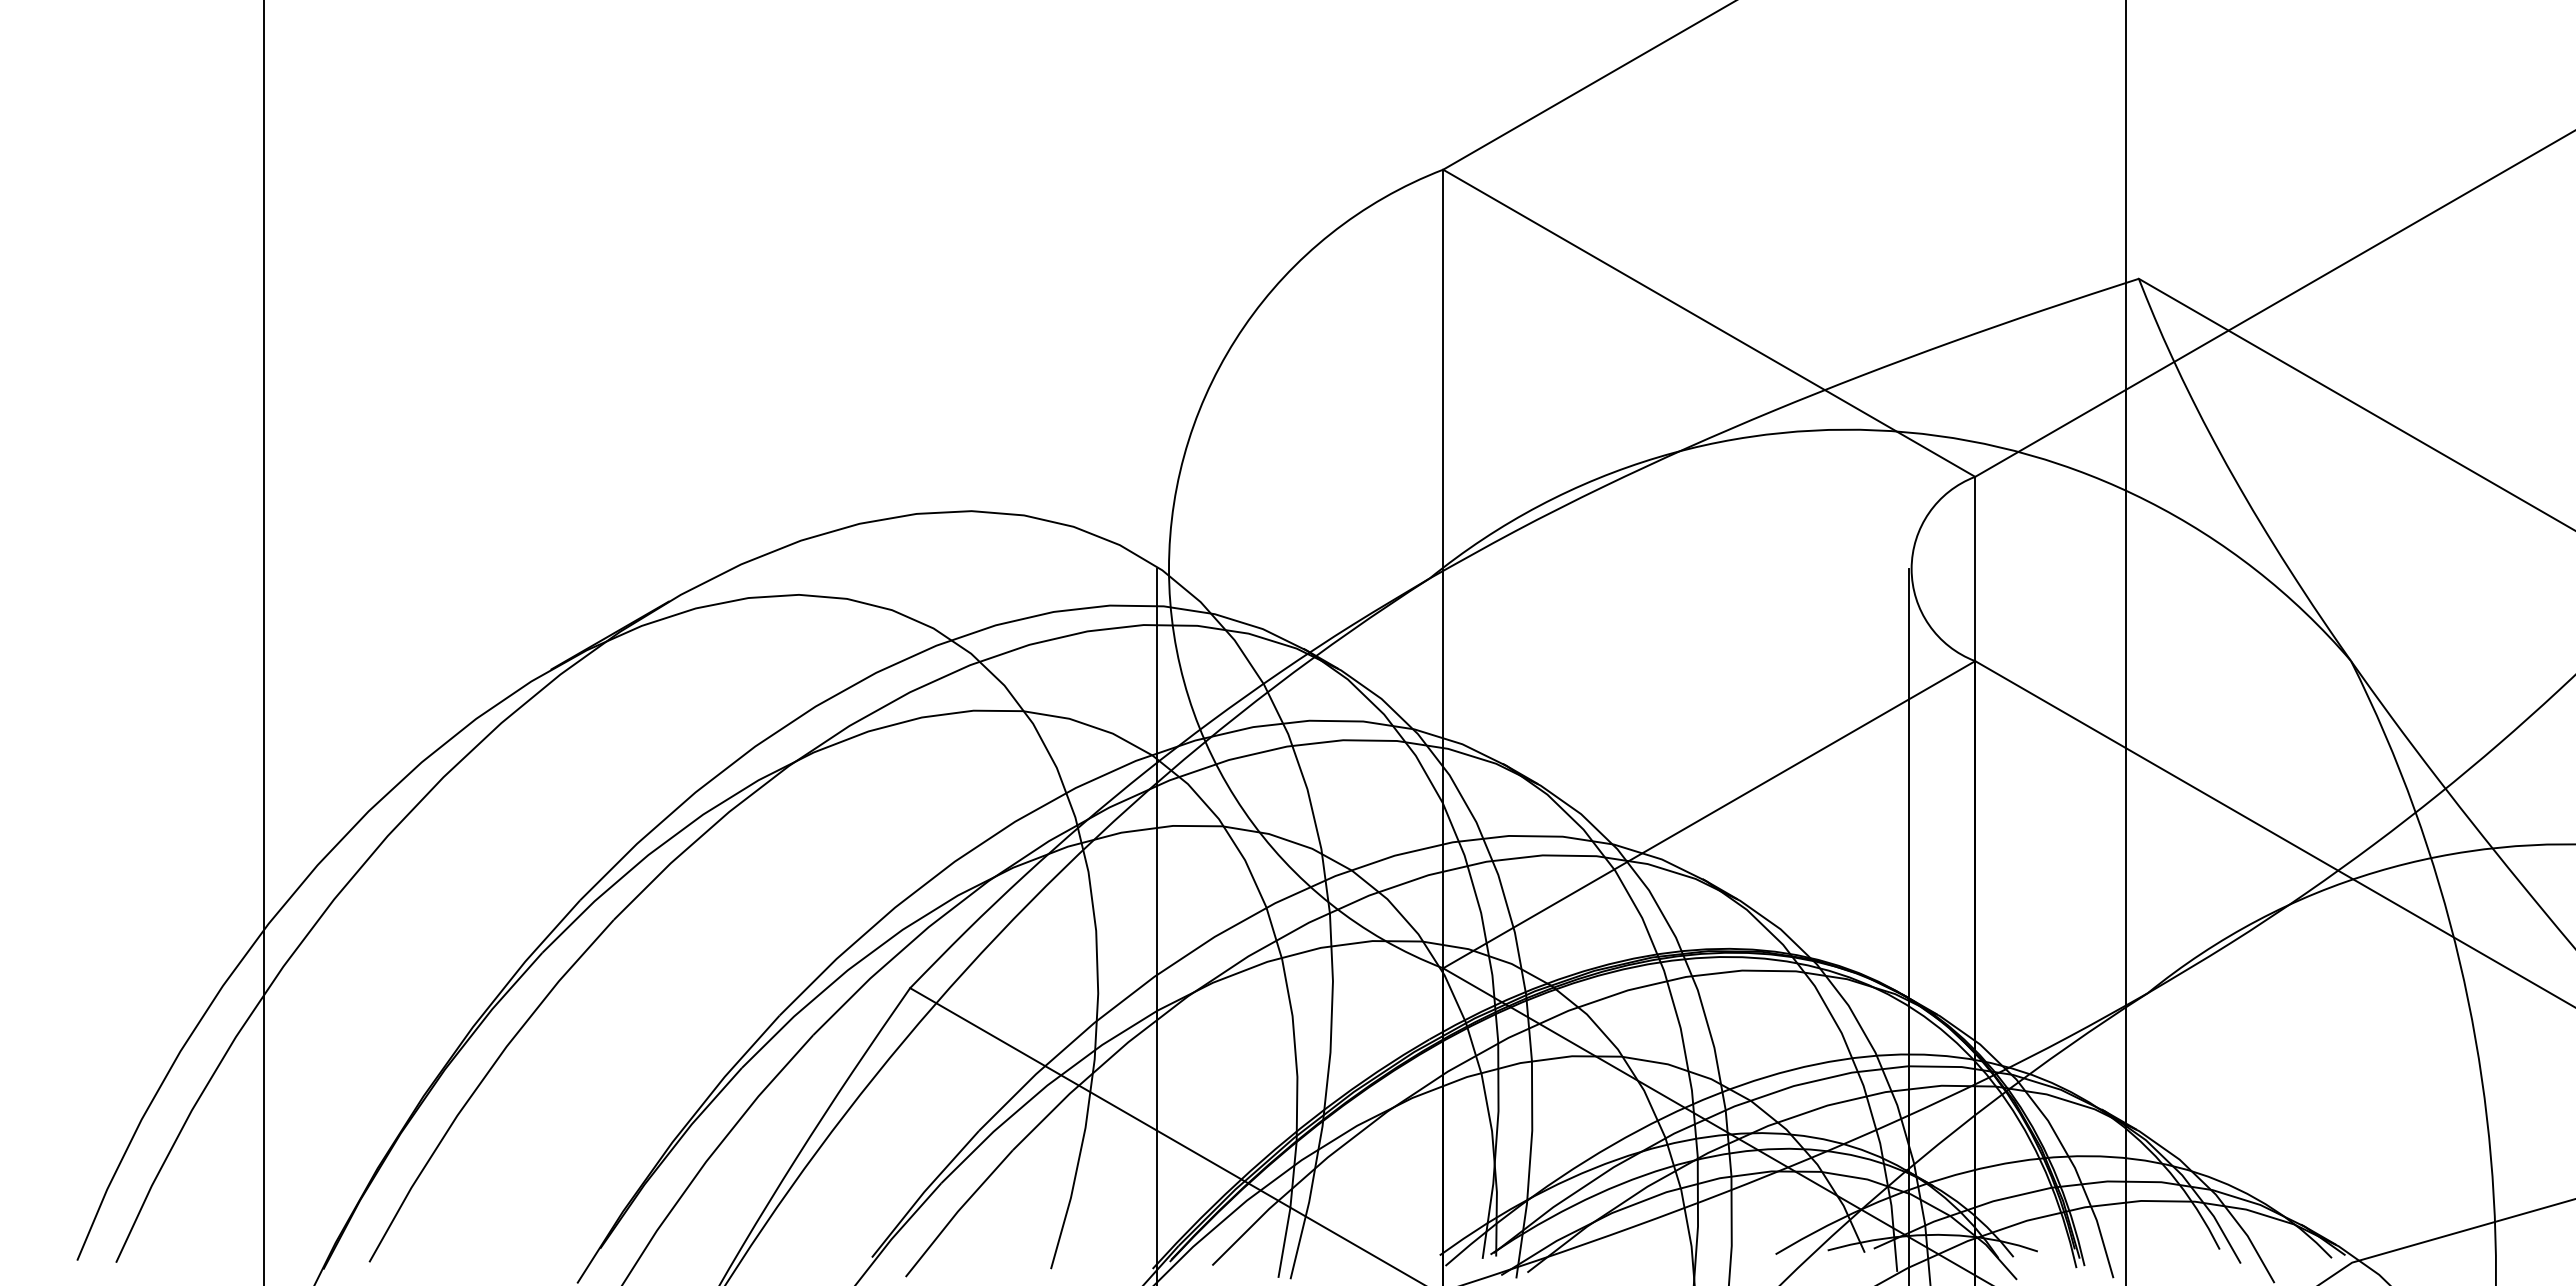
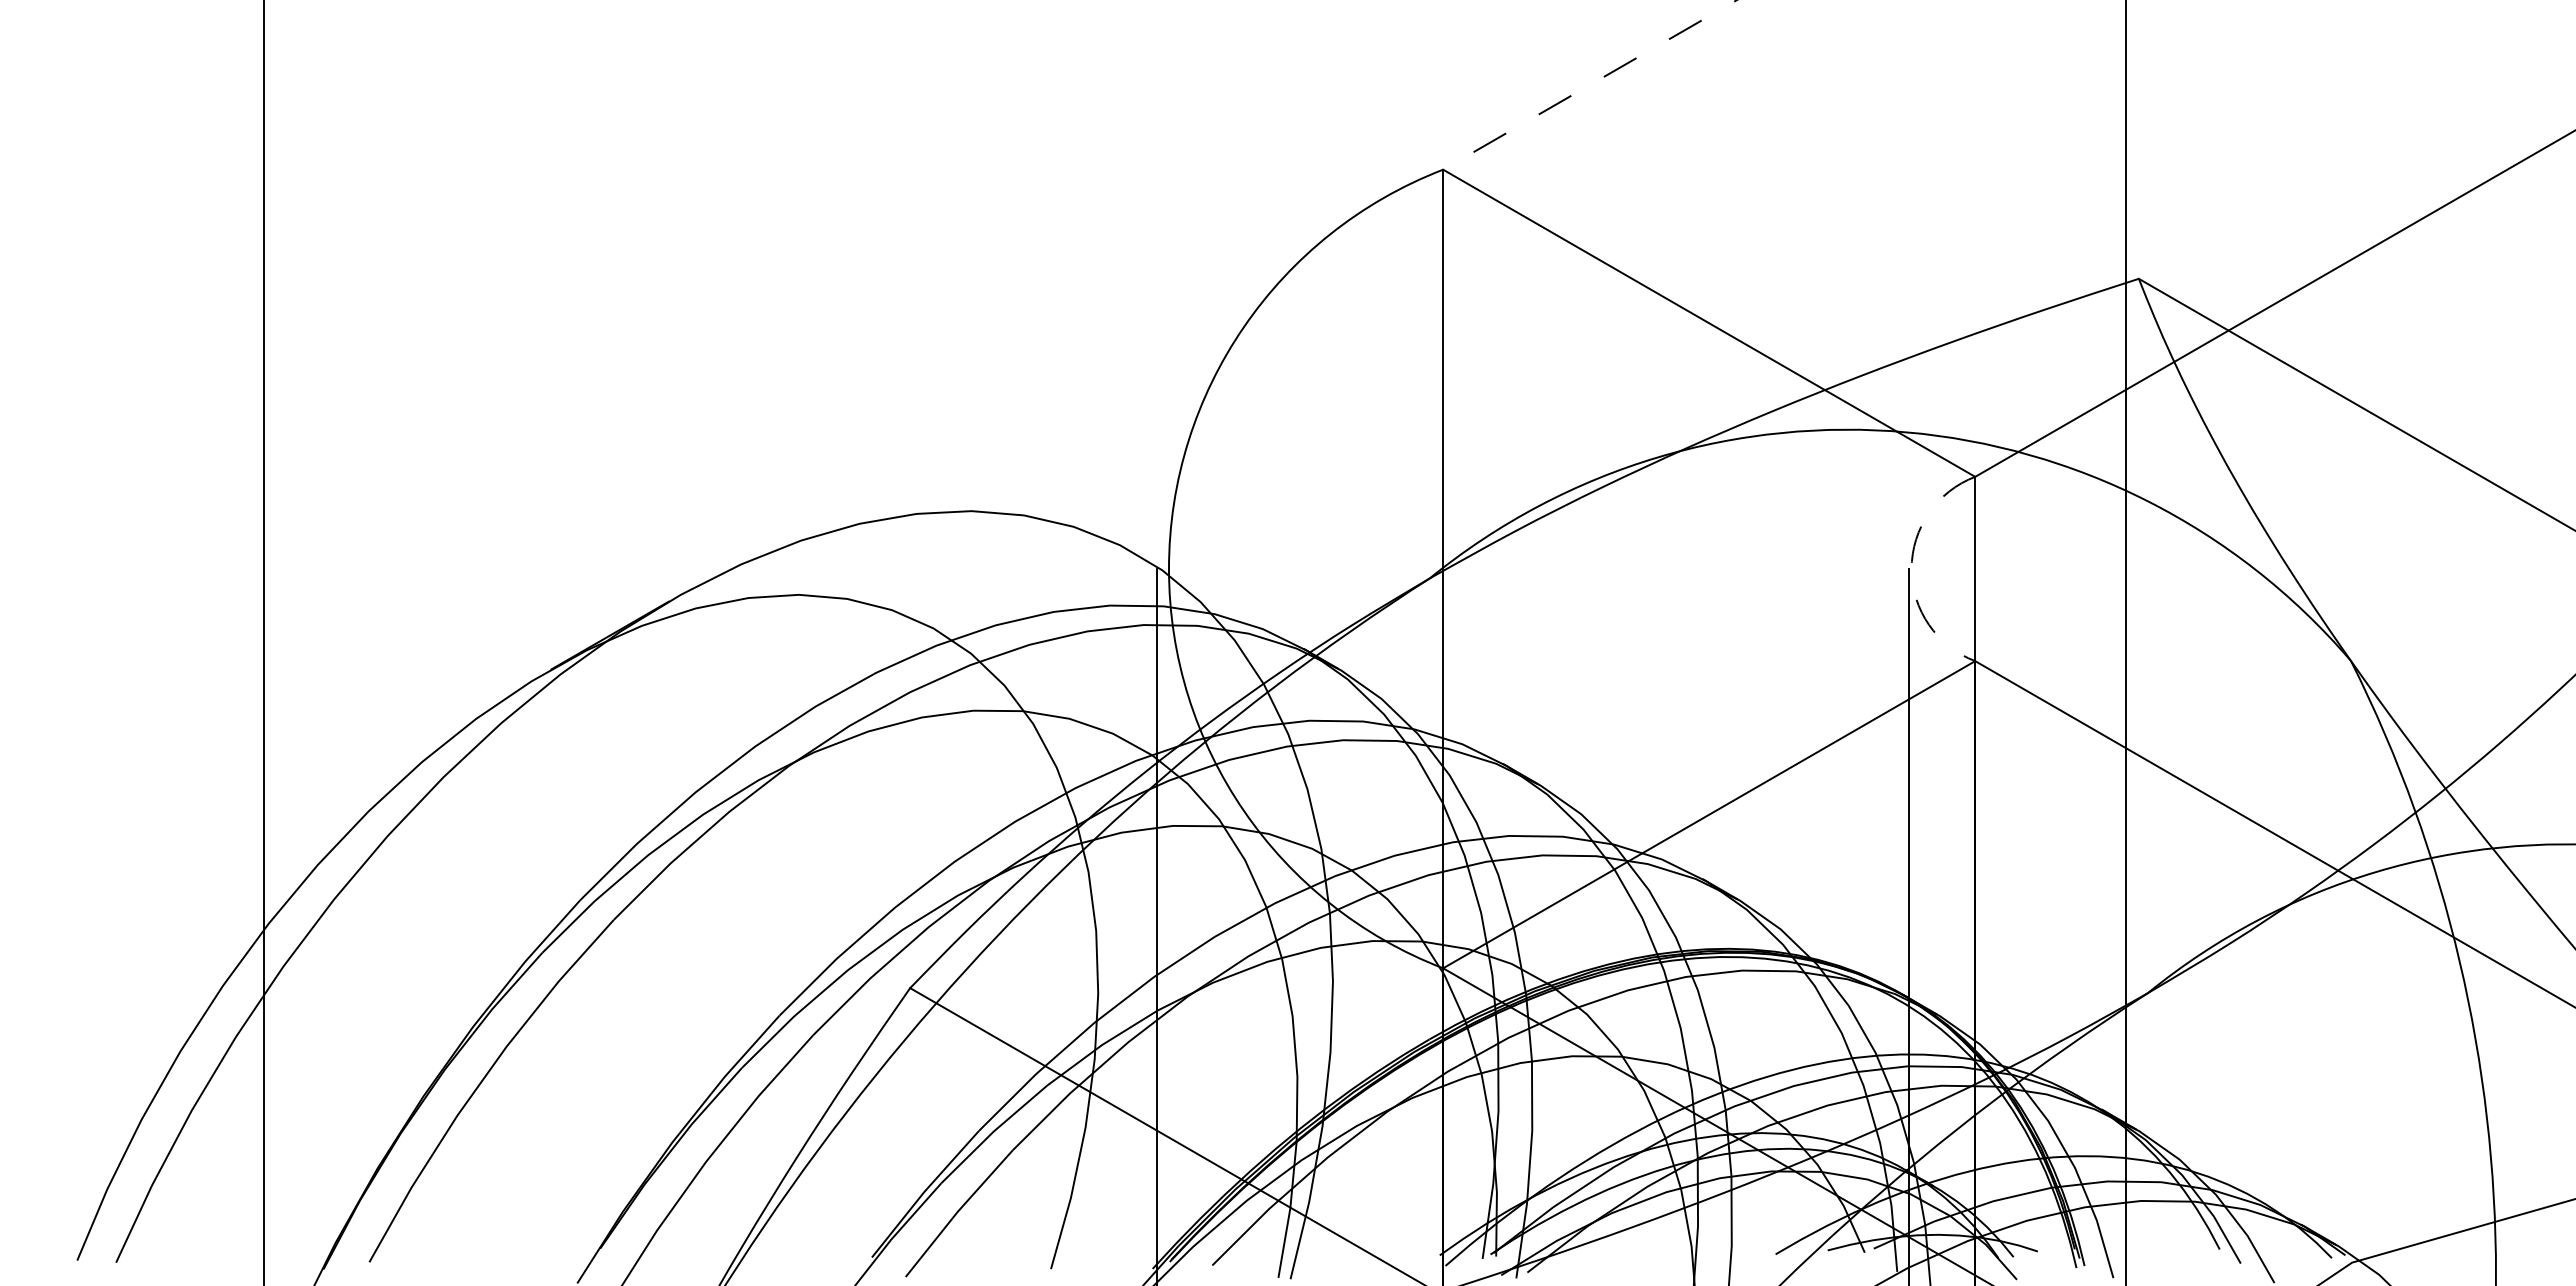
line at (1589, 85): solid -> dashed
arc at (1911, 568): solid -> dashed
